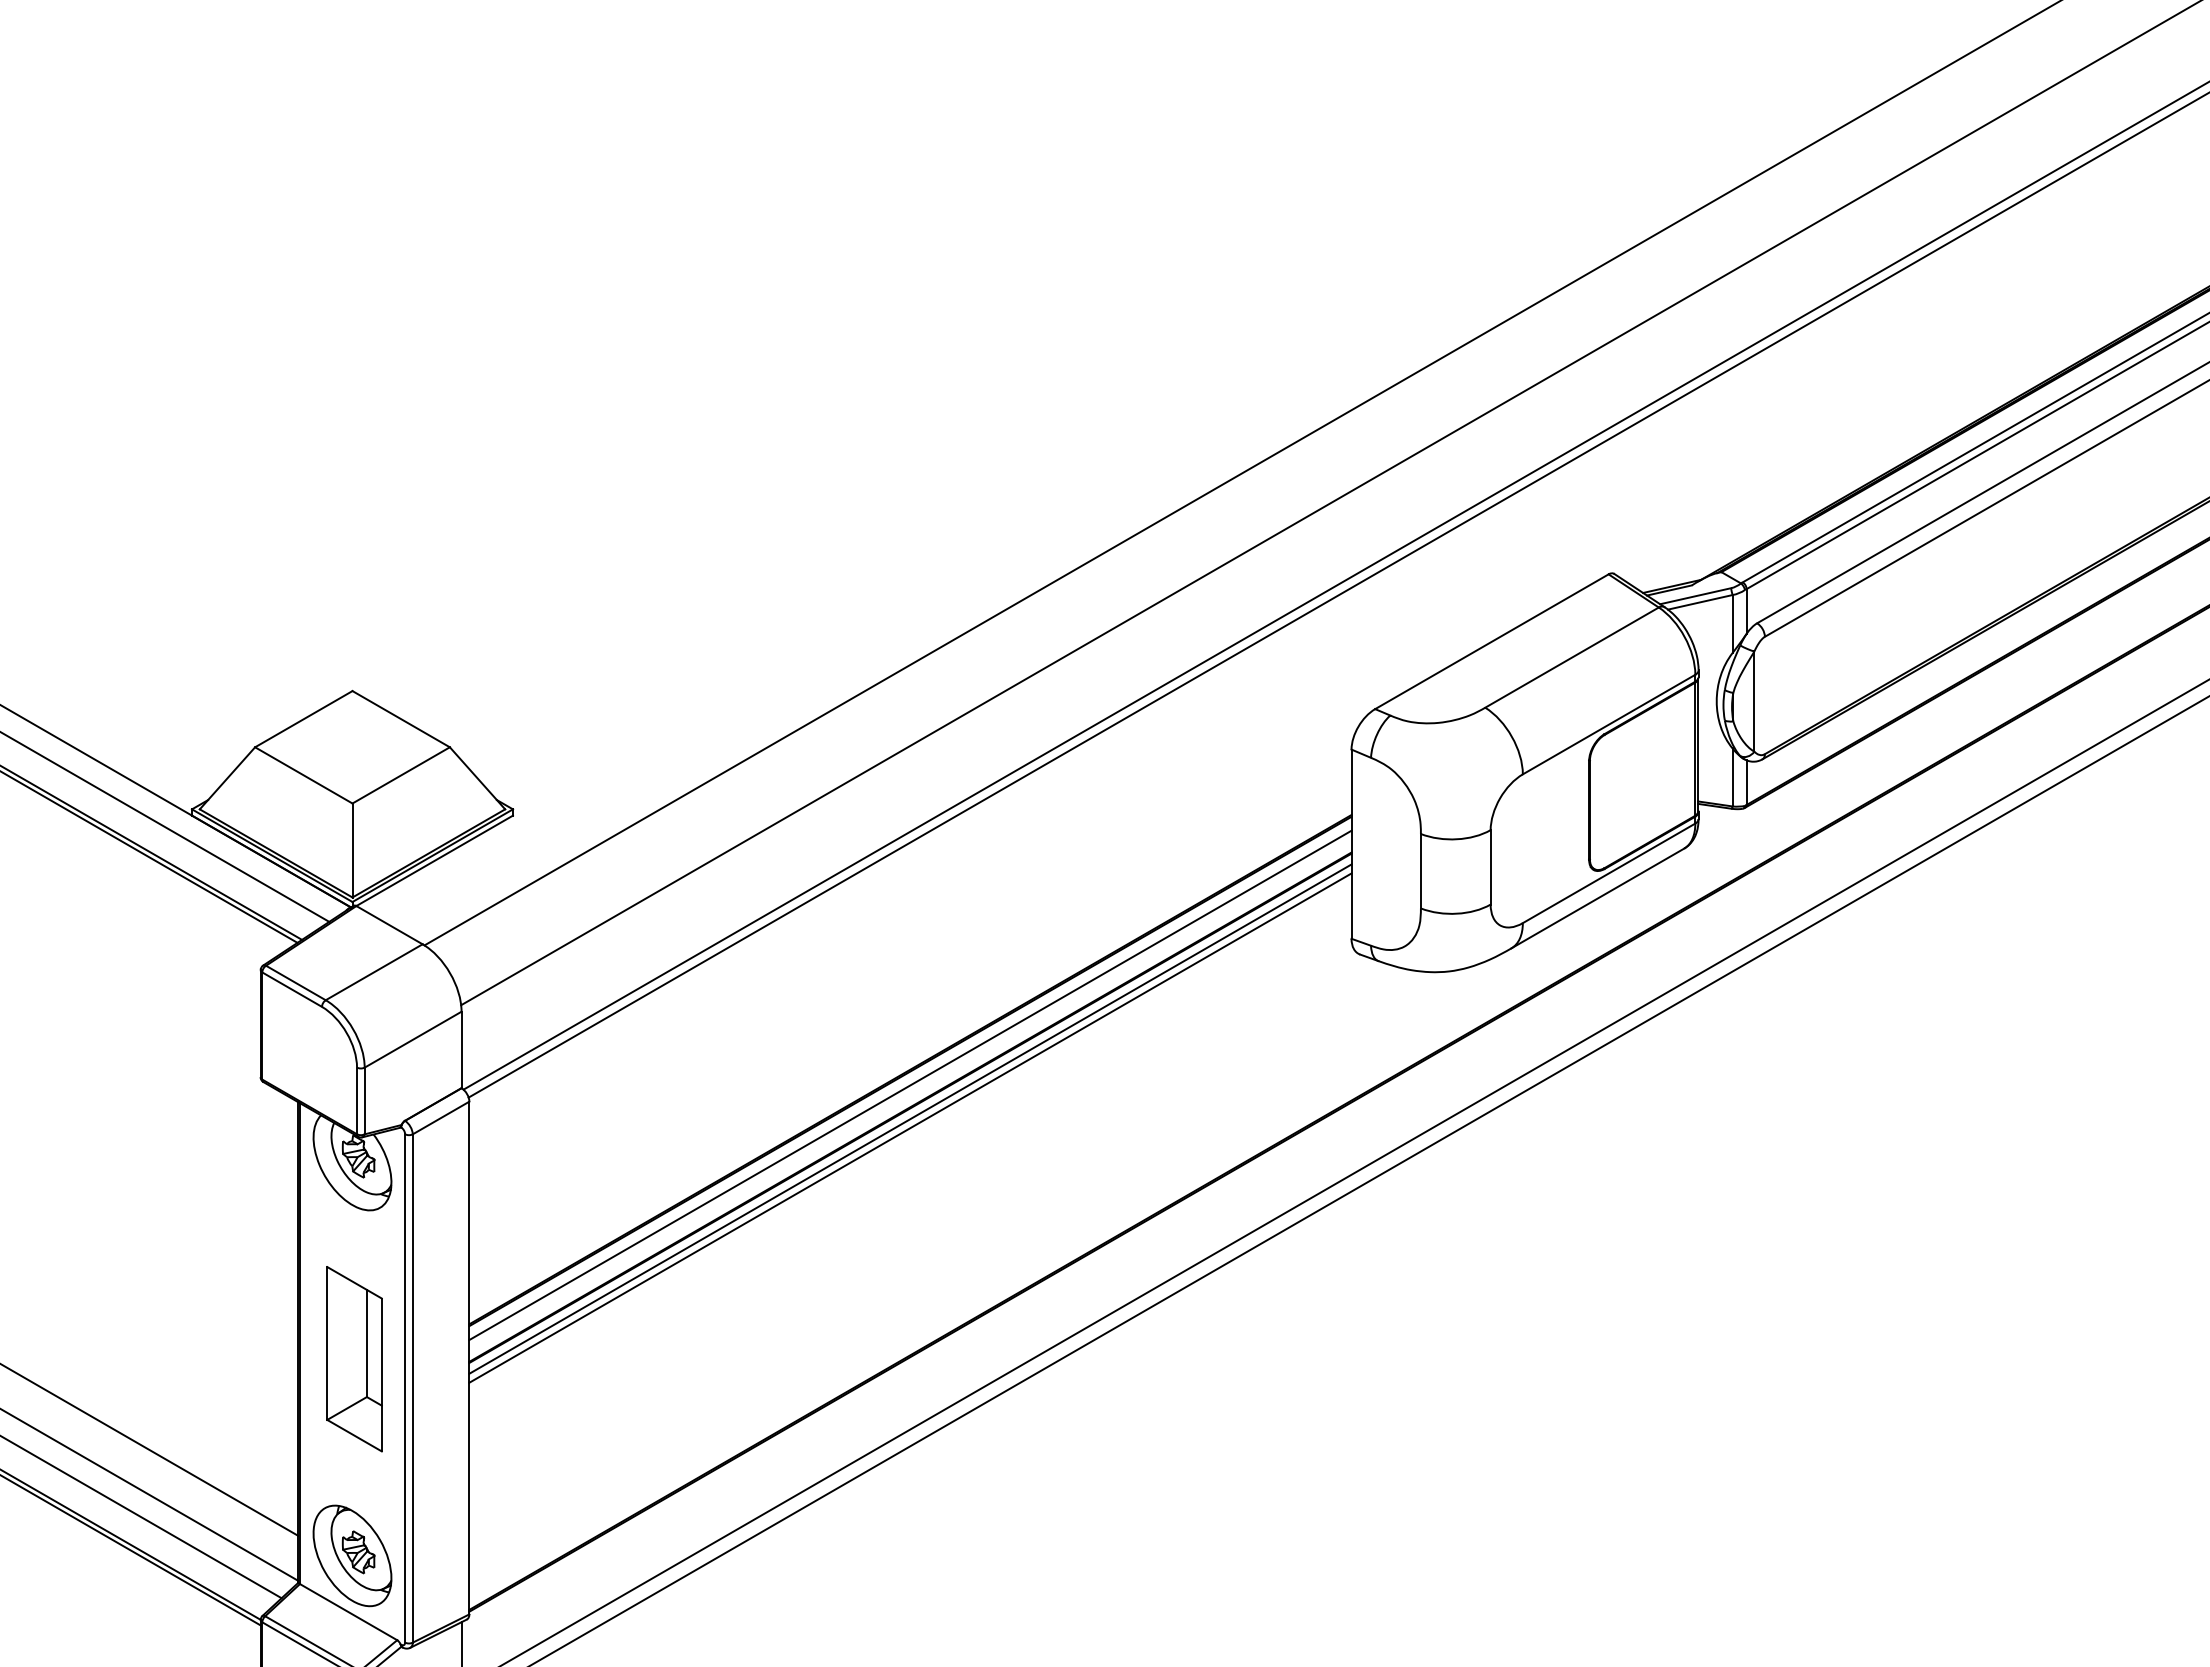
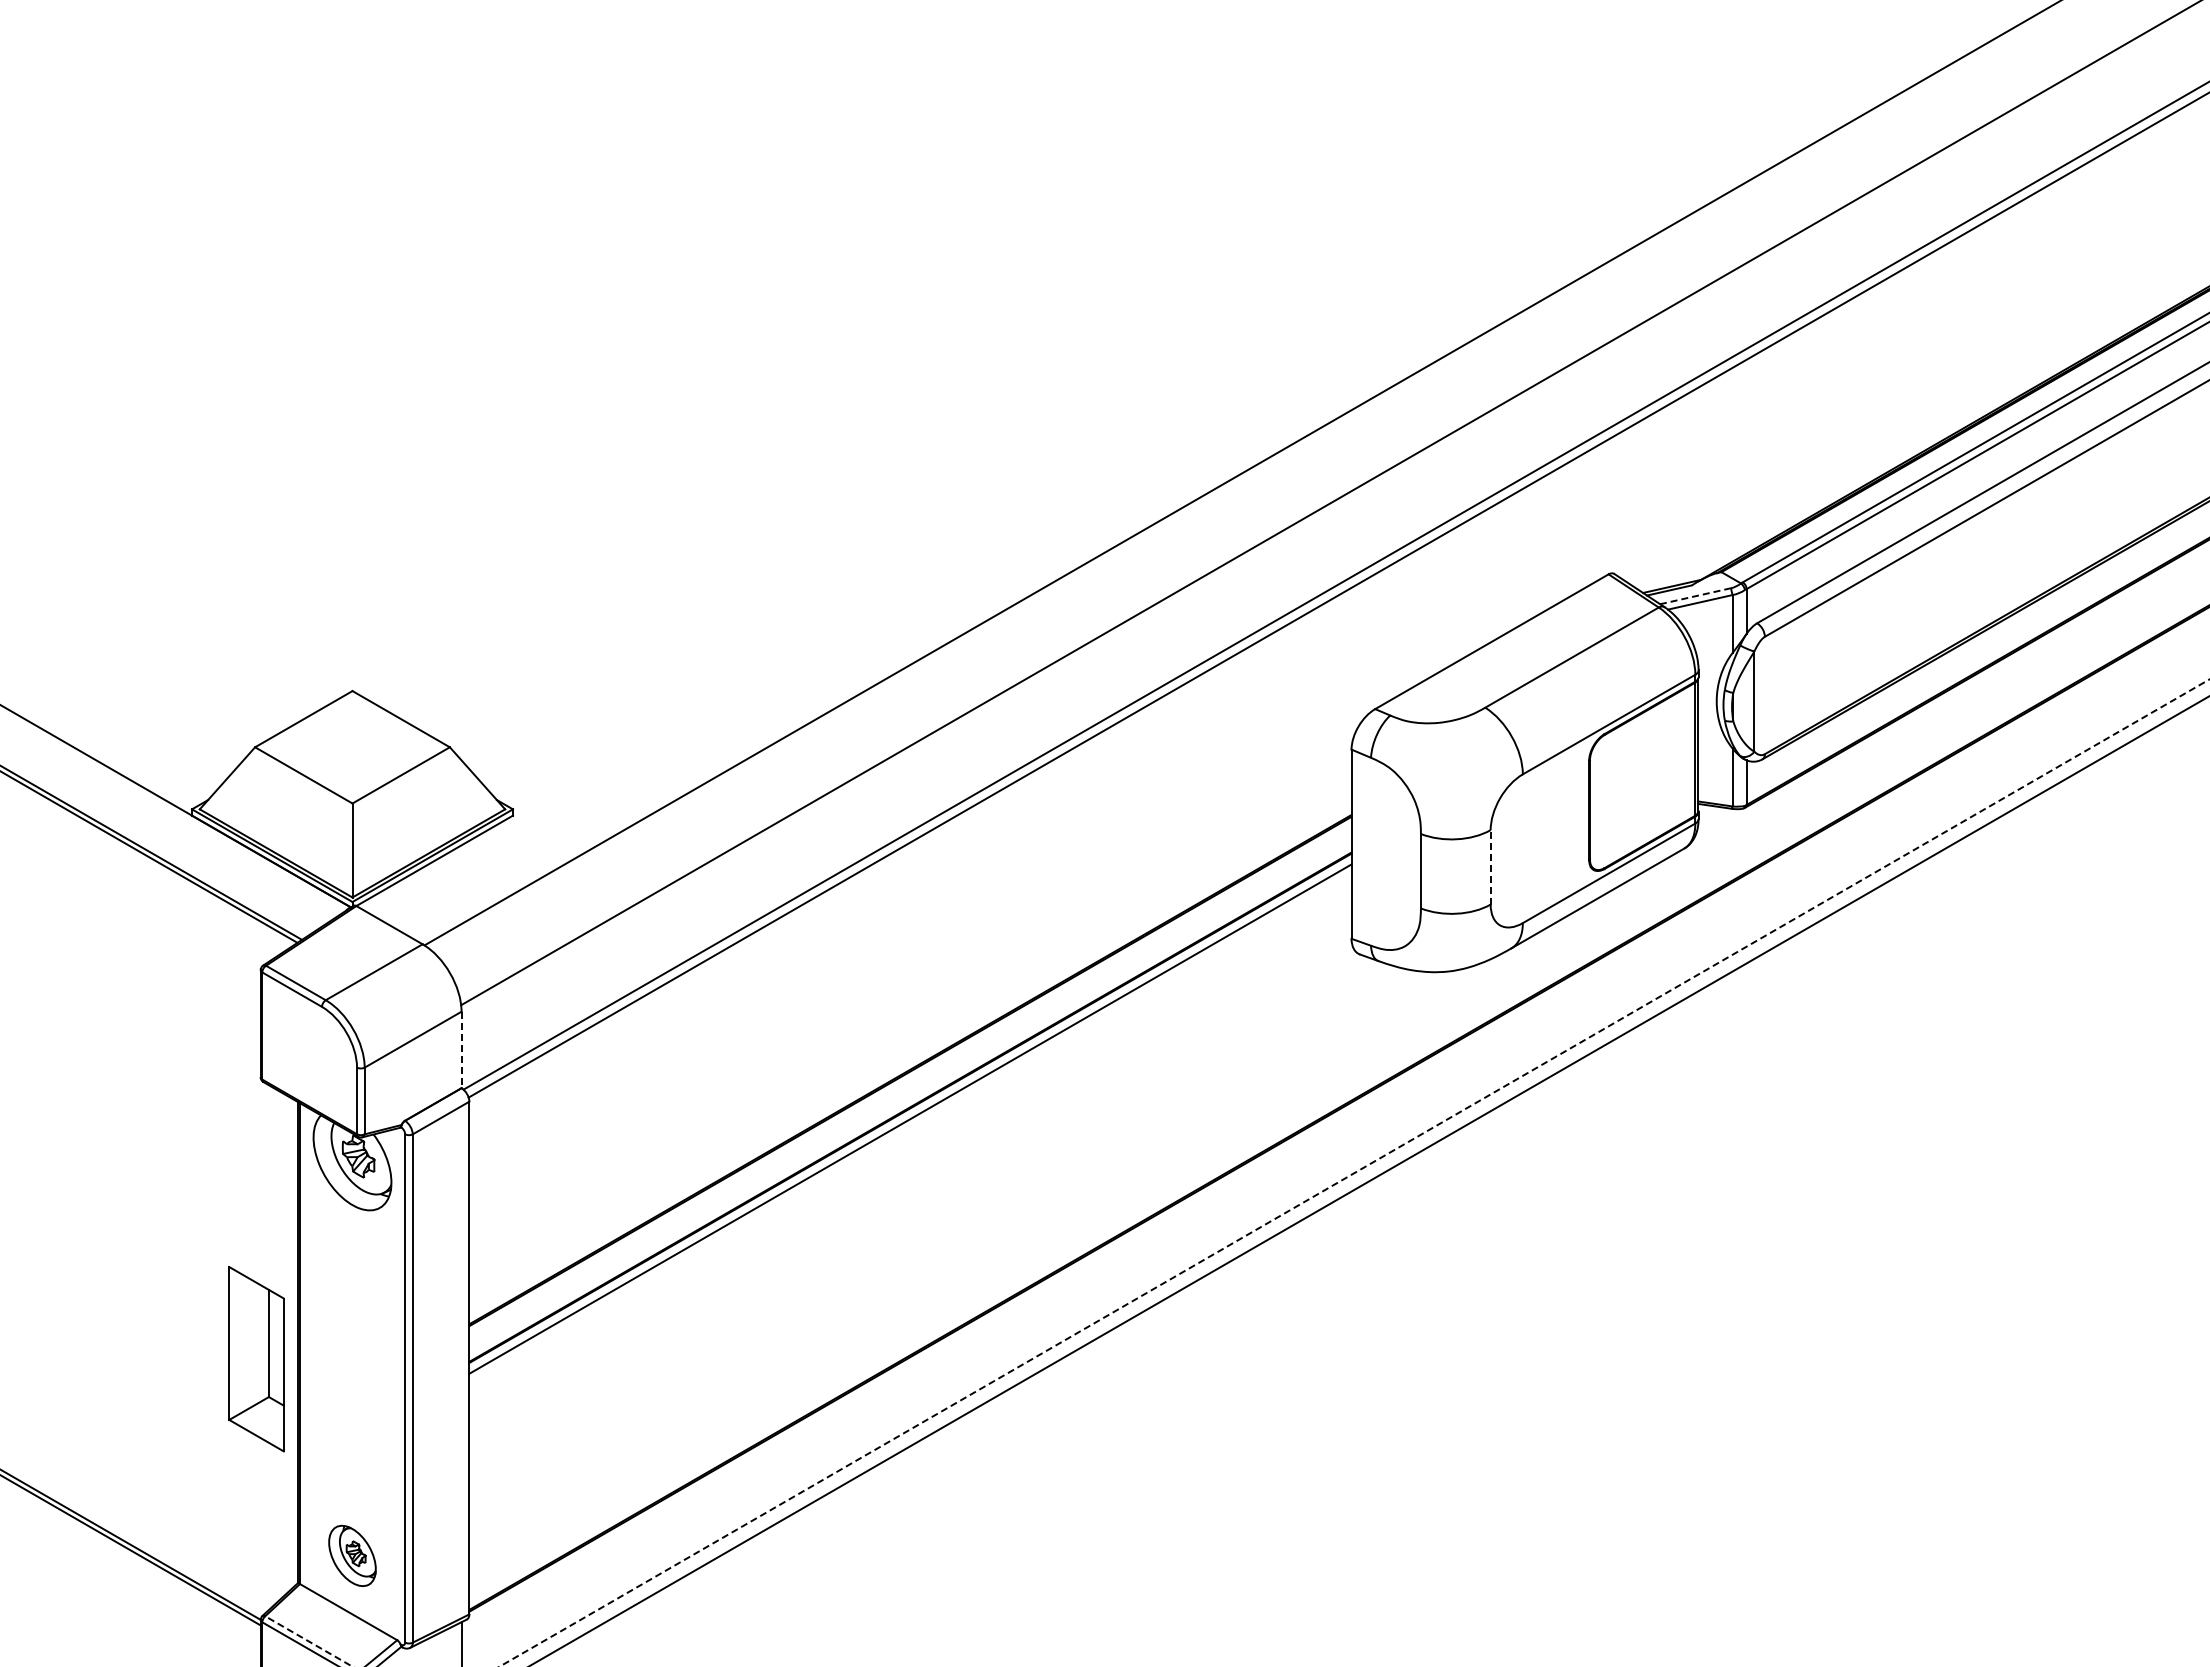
line at (1695, 596): solid -> dashed
line at (165, 827): present -> none
line at (1490, 866): solid -> dashed
line at (461, 1050): solid -> dashed
line at (910, 1085): present -> none
line at (910, 1127): present -> none
line at (1354, 1173): solid -> dashed
part at (354, 1359) position: (354, 1359) -> (256, 1359)
line at (150, 1449): present -> none
line at (150, 1494): present -> none
line at (141, 1517): present -> none
part at (352, 1555) size: 81x104 px -> 49x63 px
line at (309, 1641): solid -> dashed
